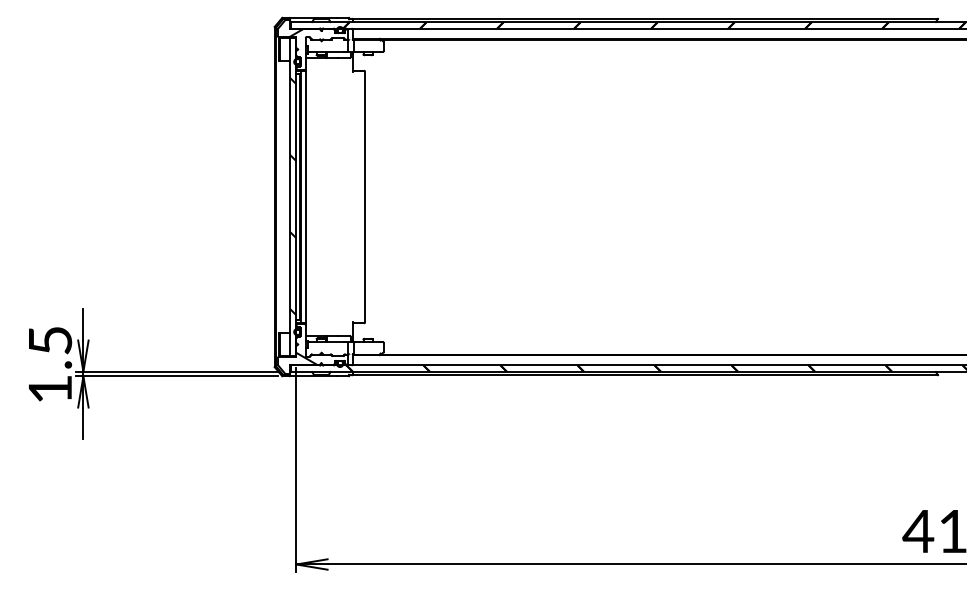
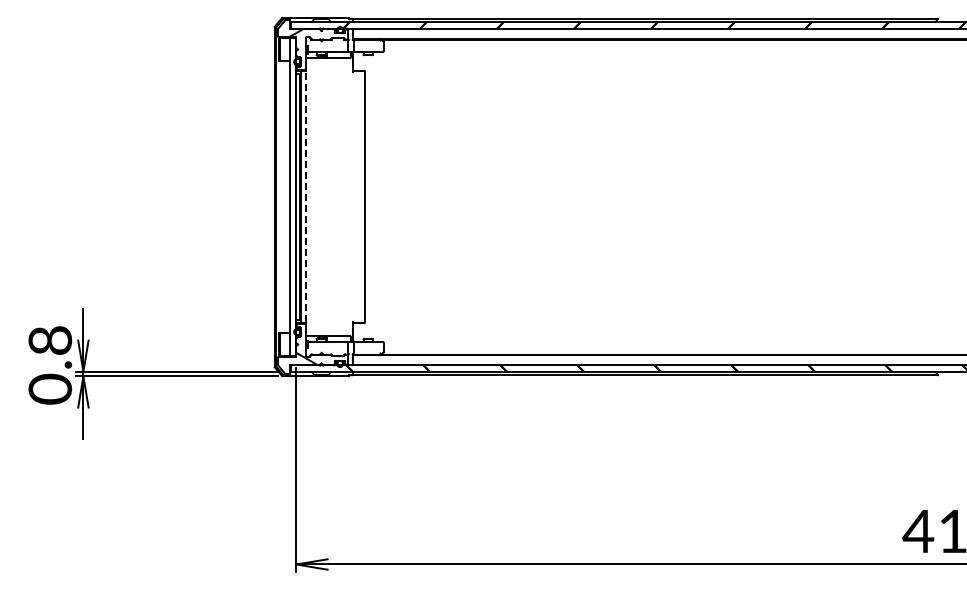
hatch at (293, 196): present -> none
line at (305, 196): solid -> dashed
text at (50, 365): 1.5 -> 0.8
